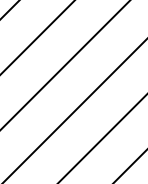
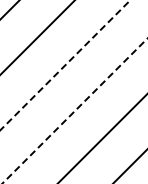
line at (65, 65): solid -> dashed
line at (75, 110): solid -> dashed
